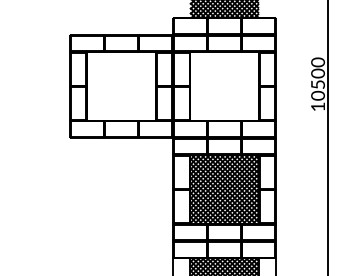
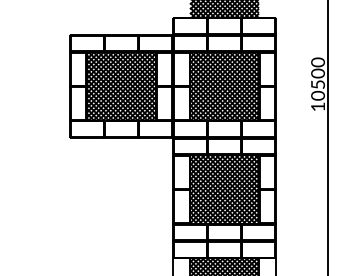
hatch at (121, 86): none -> present
hatch at (224, 86): none -> present
